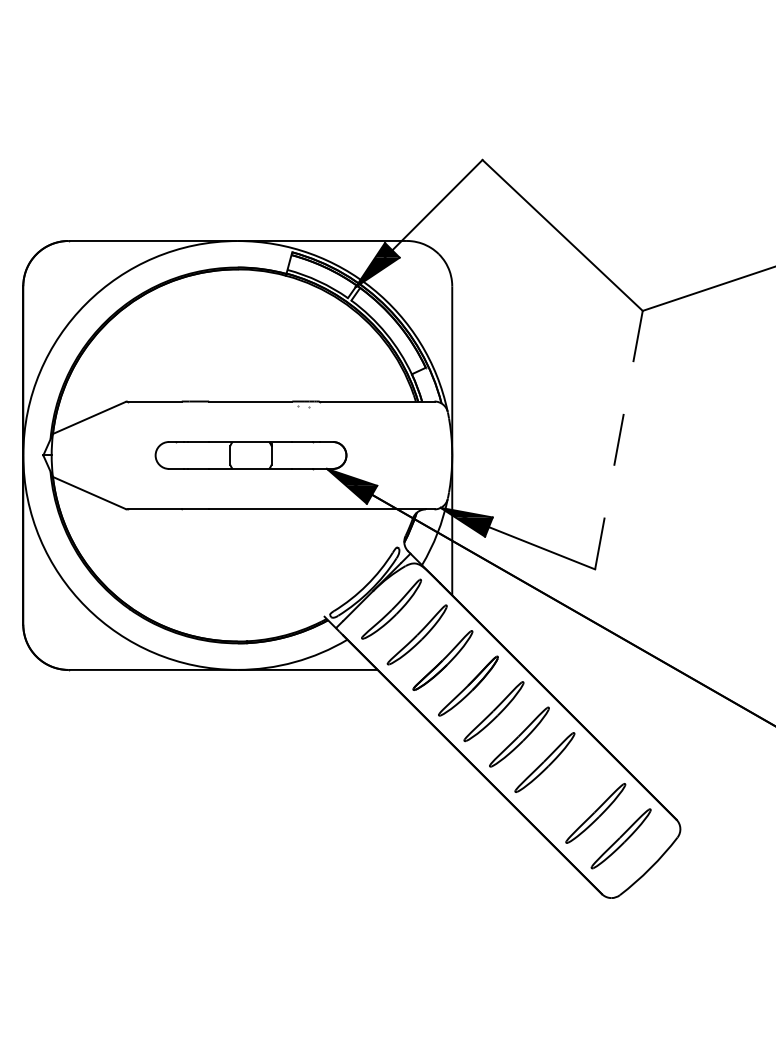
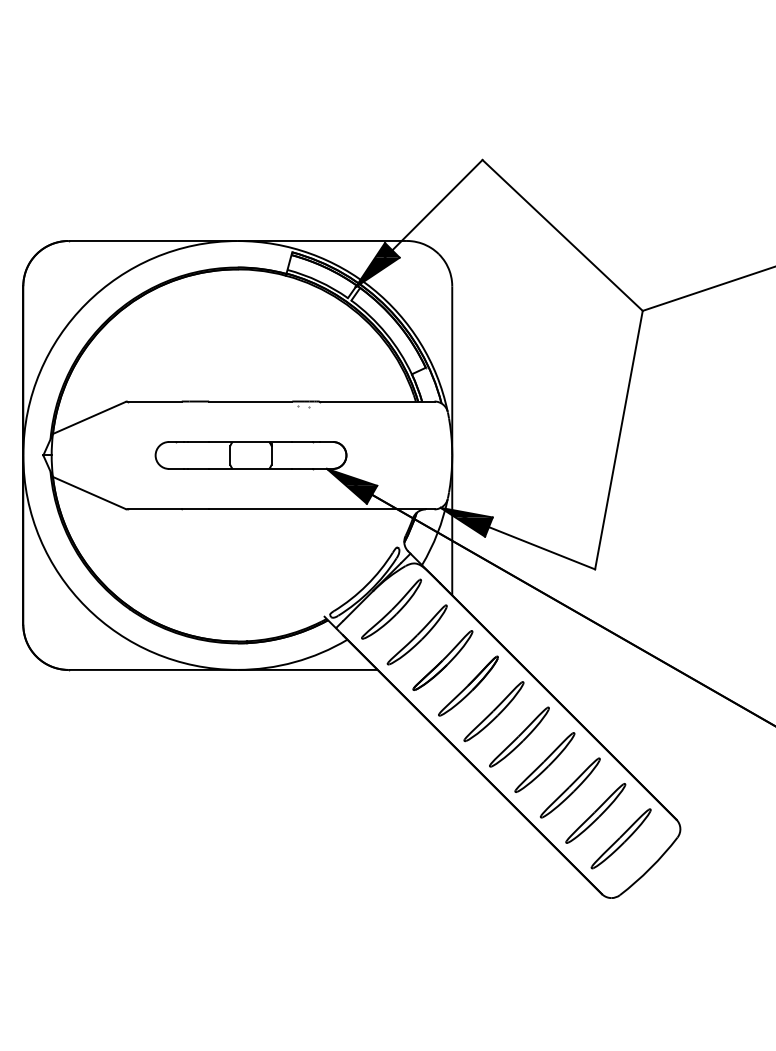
line at (619, 439): dashed -> solid
part at (569, 787): none -> present
